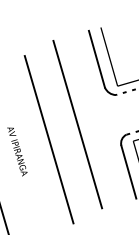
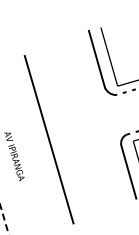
line at (77, 124): present -> none
text at (17, 151) position: (17, 151) -> (14, 156)
line at (4, 219): solid -> dashed
